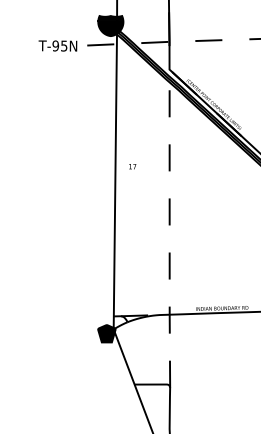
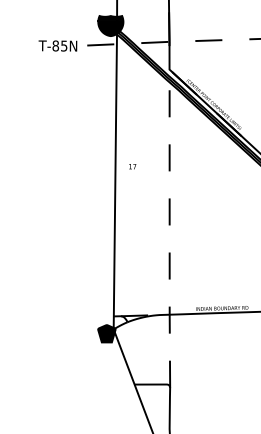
text at (55, 45): T-95N -> T-85N
